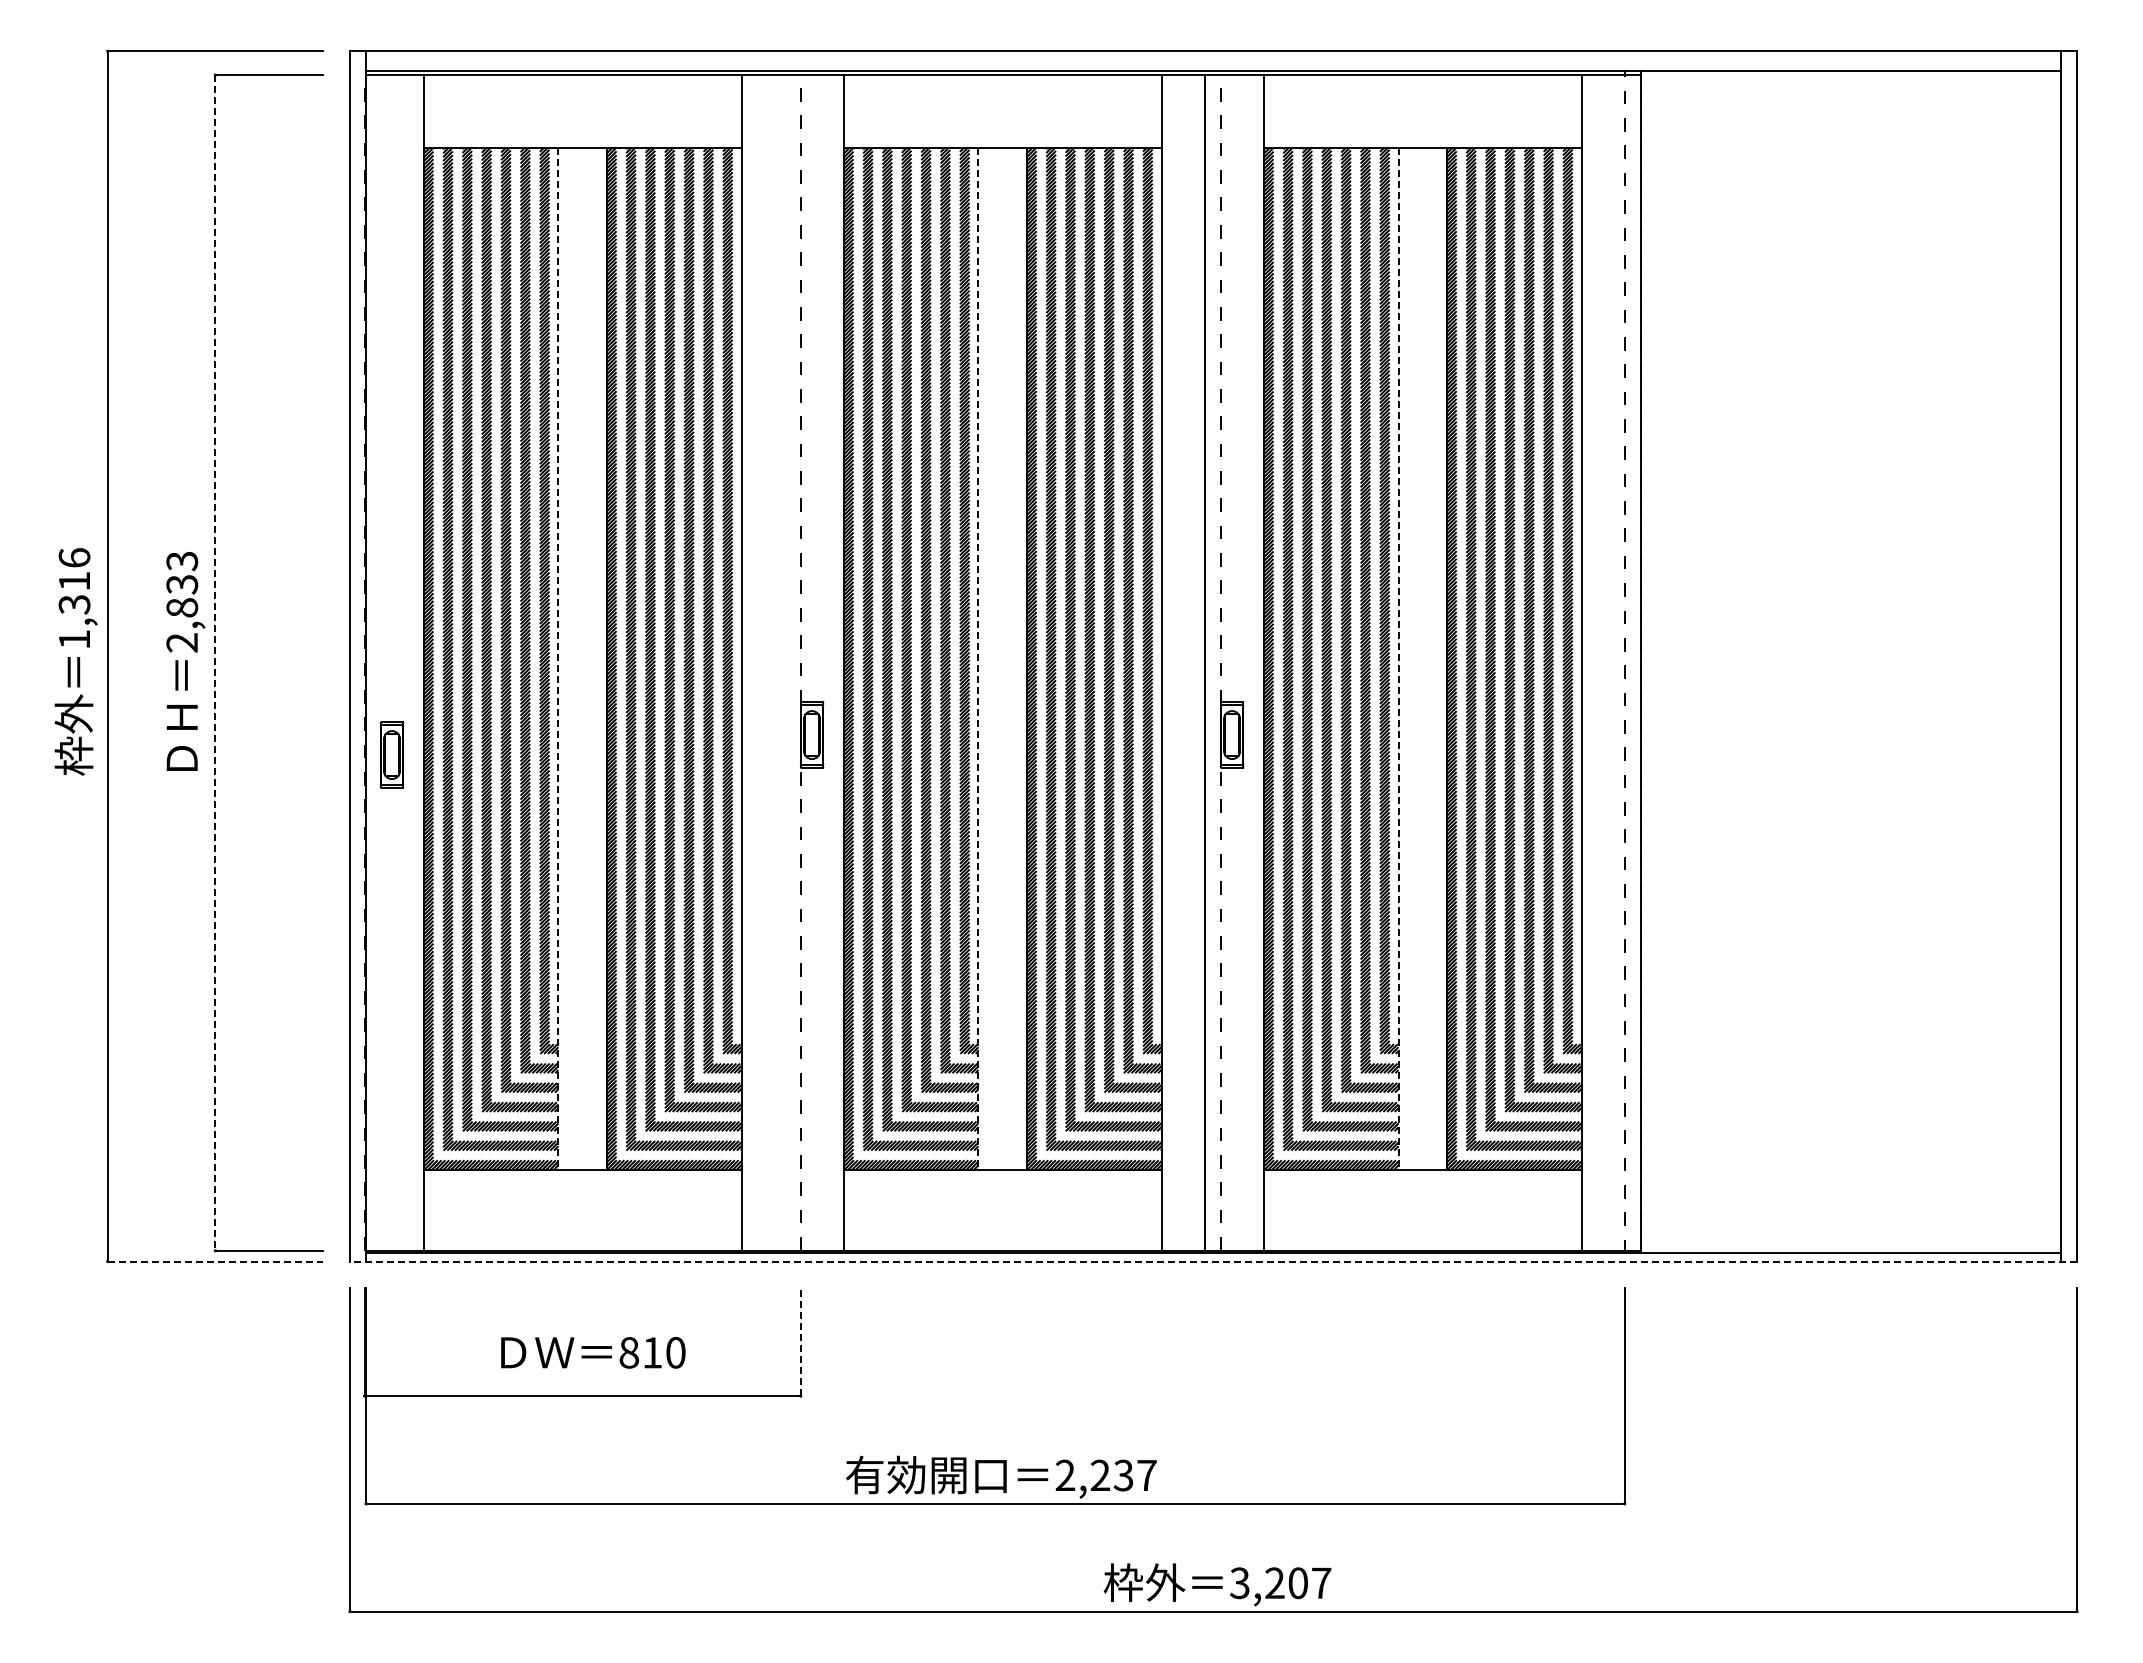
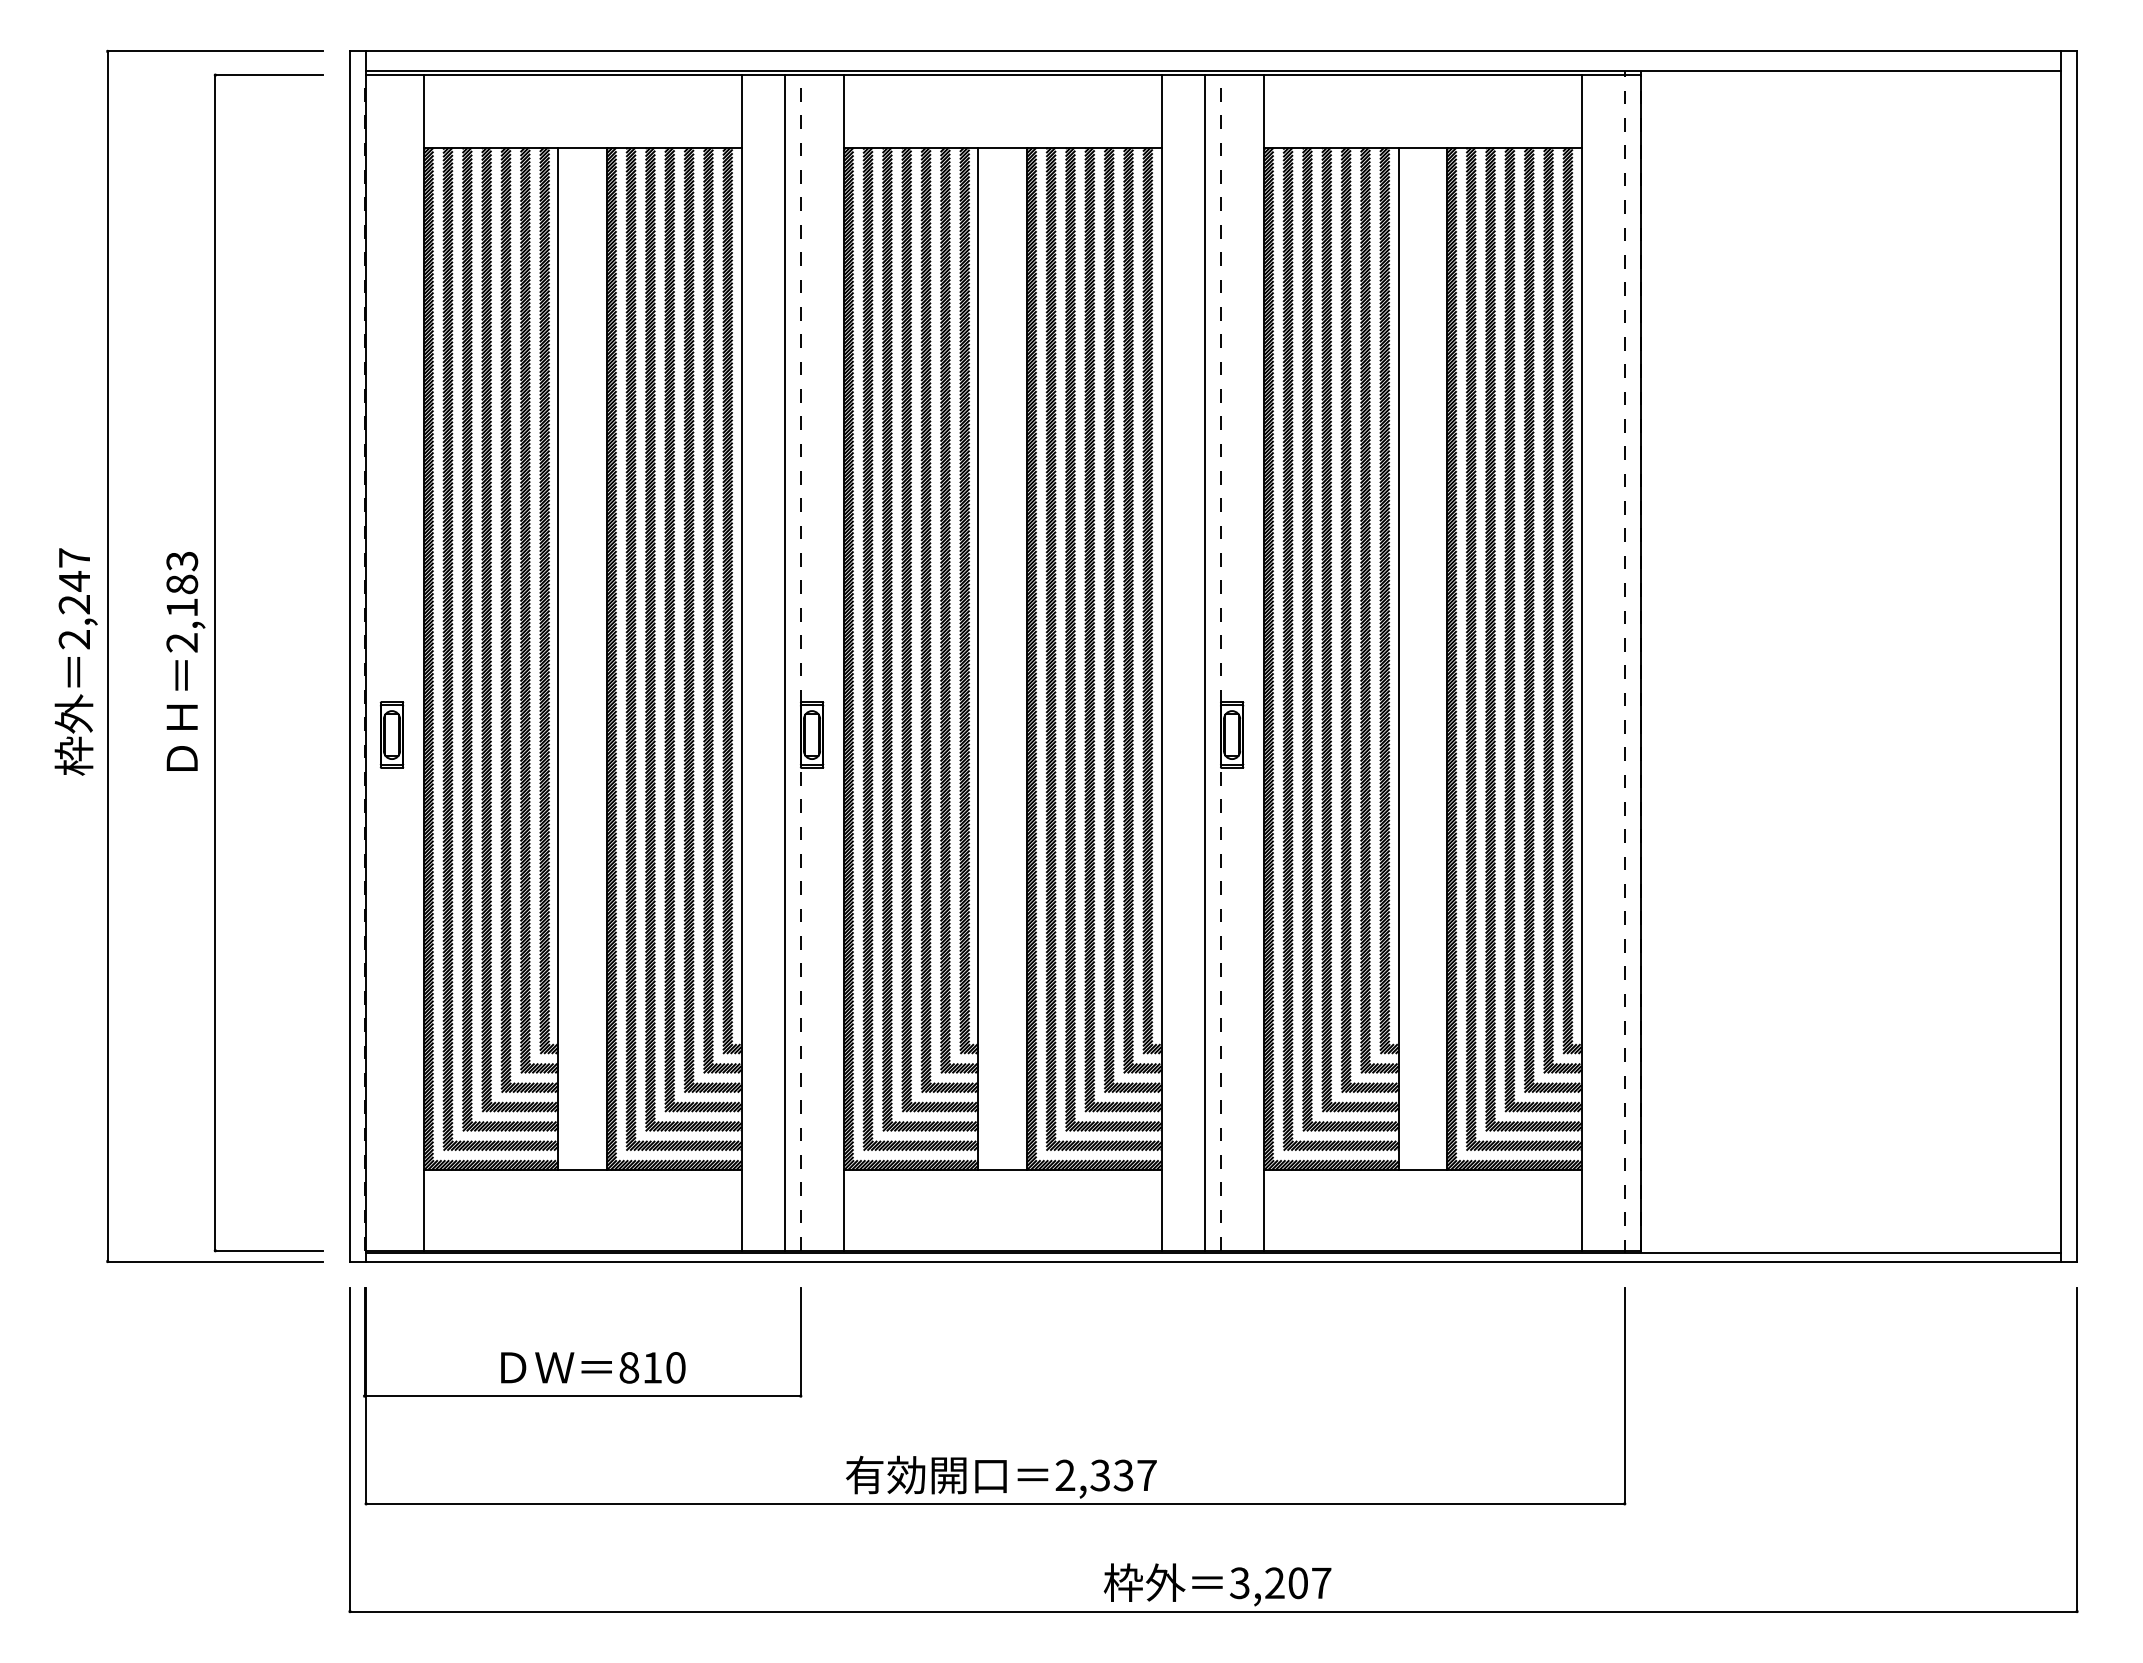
text at (182, 595): 2,833 -> 2,183
text at (74, 598): 1,316 -> 2,247
line at (558, 659): dashed -> solid
line at (978, 659): dashed -> solid
line at (1398, 659): dashed -> solid
line at (215, 662): dashed -> solid
line at (784, 662): none -> present
part at (391, 754) position: (391, 754) -> (391, 734)
line at (215, 1261): dashed -> solid
line at (1213, 1261): dashed -> solid
line at (800, 1342): dashed -> solid
text at (593, 1352) position: (593, 1352) -> (593, 1367)
text at (1100, 1475): 2,237 -> 2,337
